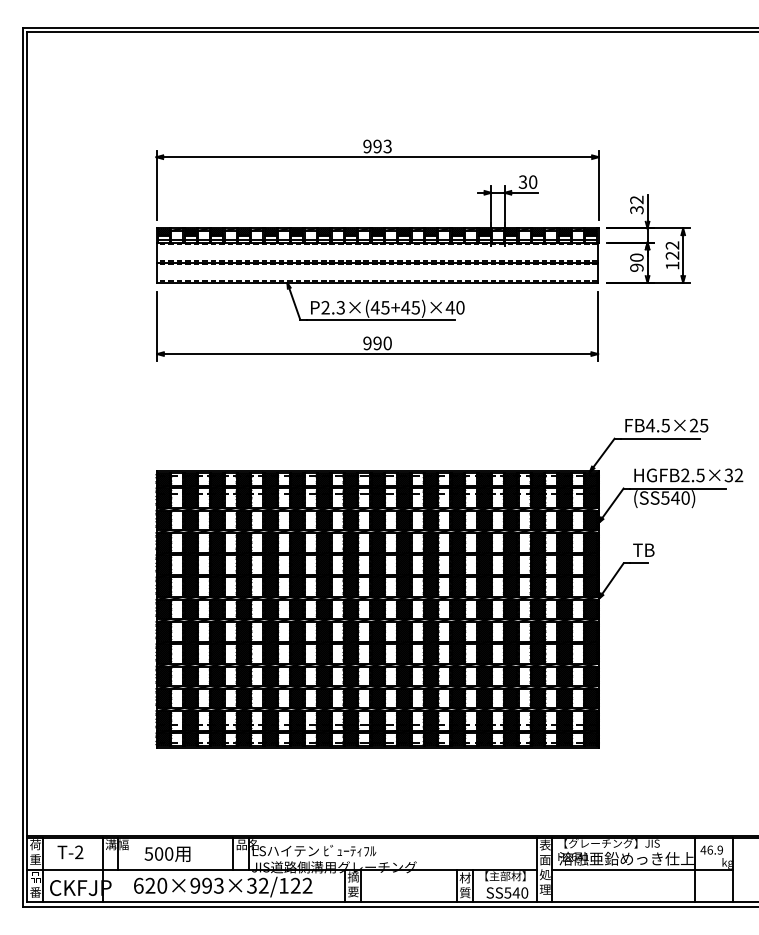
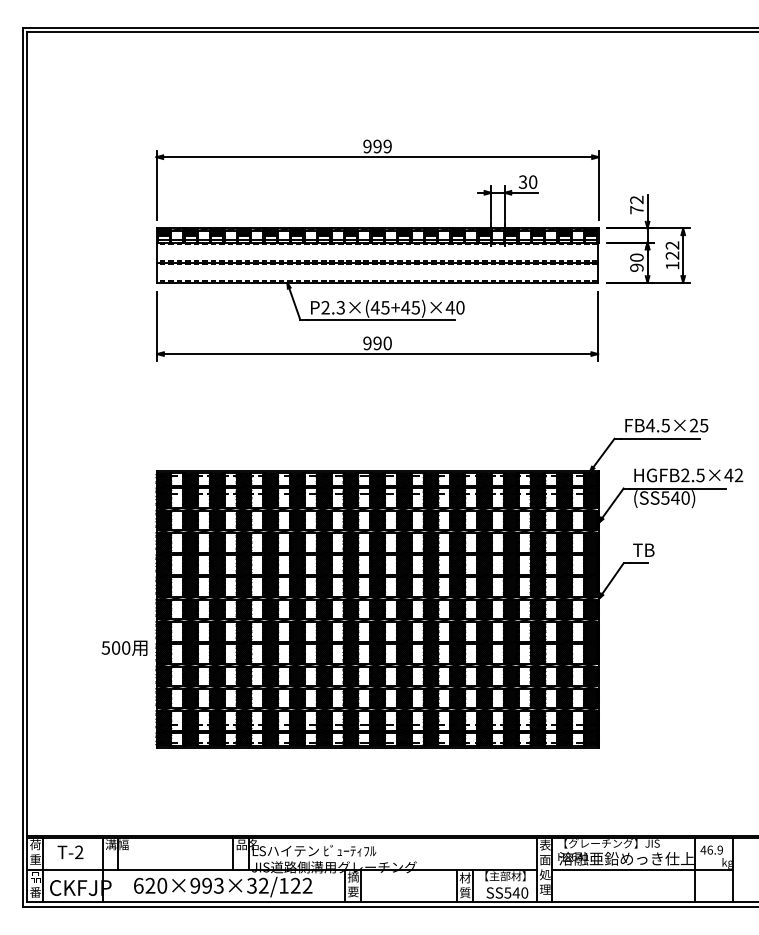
text at (387, 146): 993 -> 999
text at (636, 210): 32 -> 72
text at (728, 475): HGFB2.5×32 -> HGFB2.5×42
text at (167, 853) position: (167, 853) -> (124, 647)
